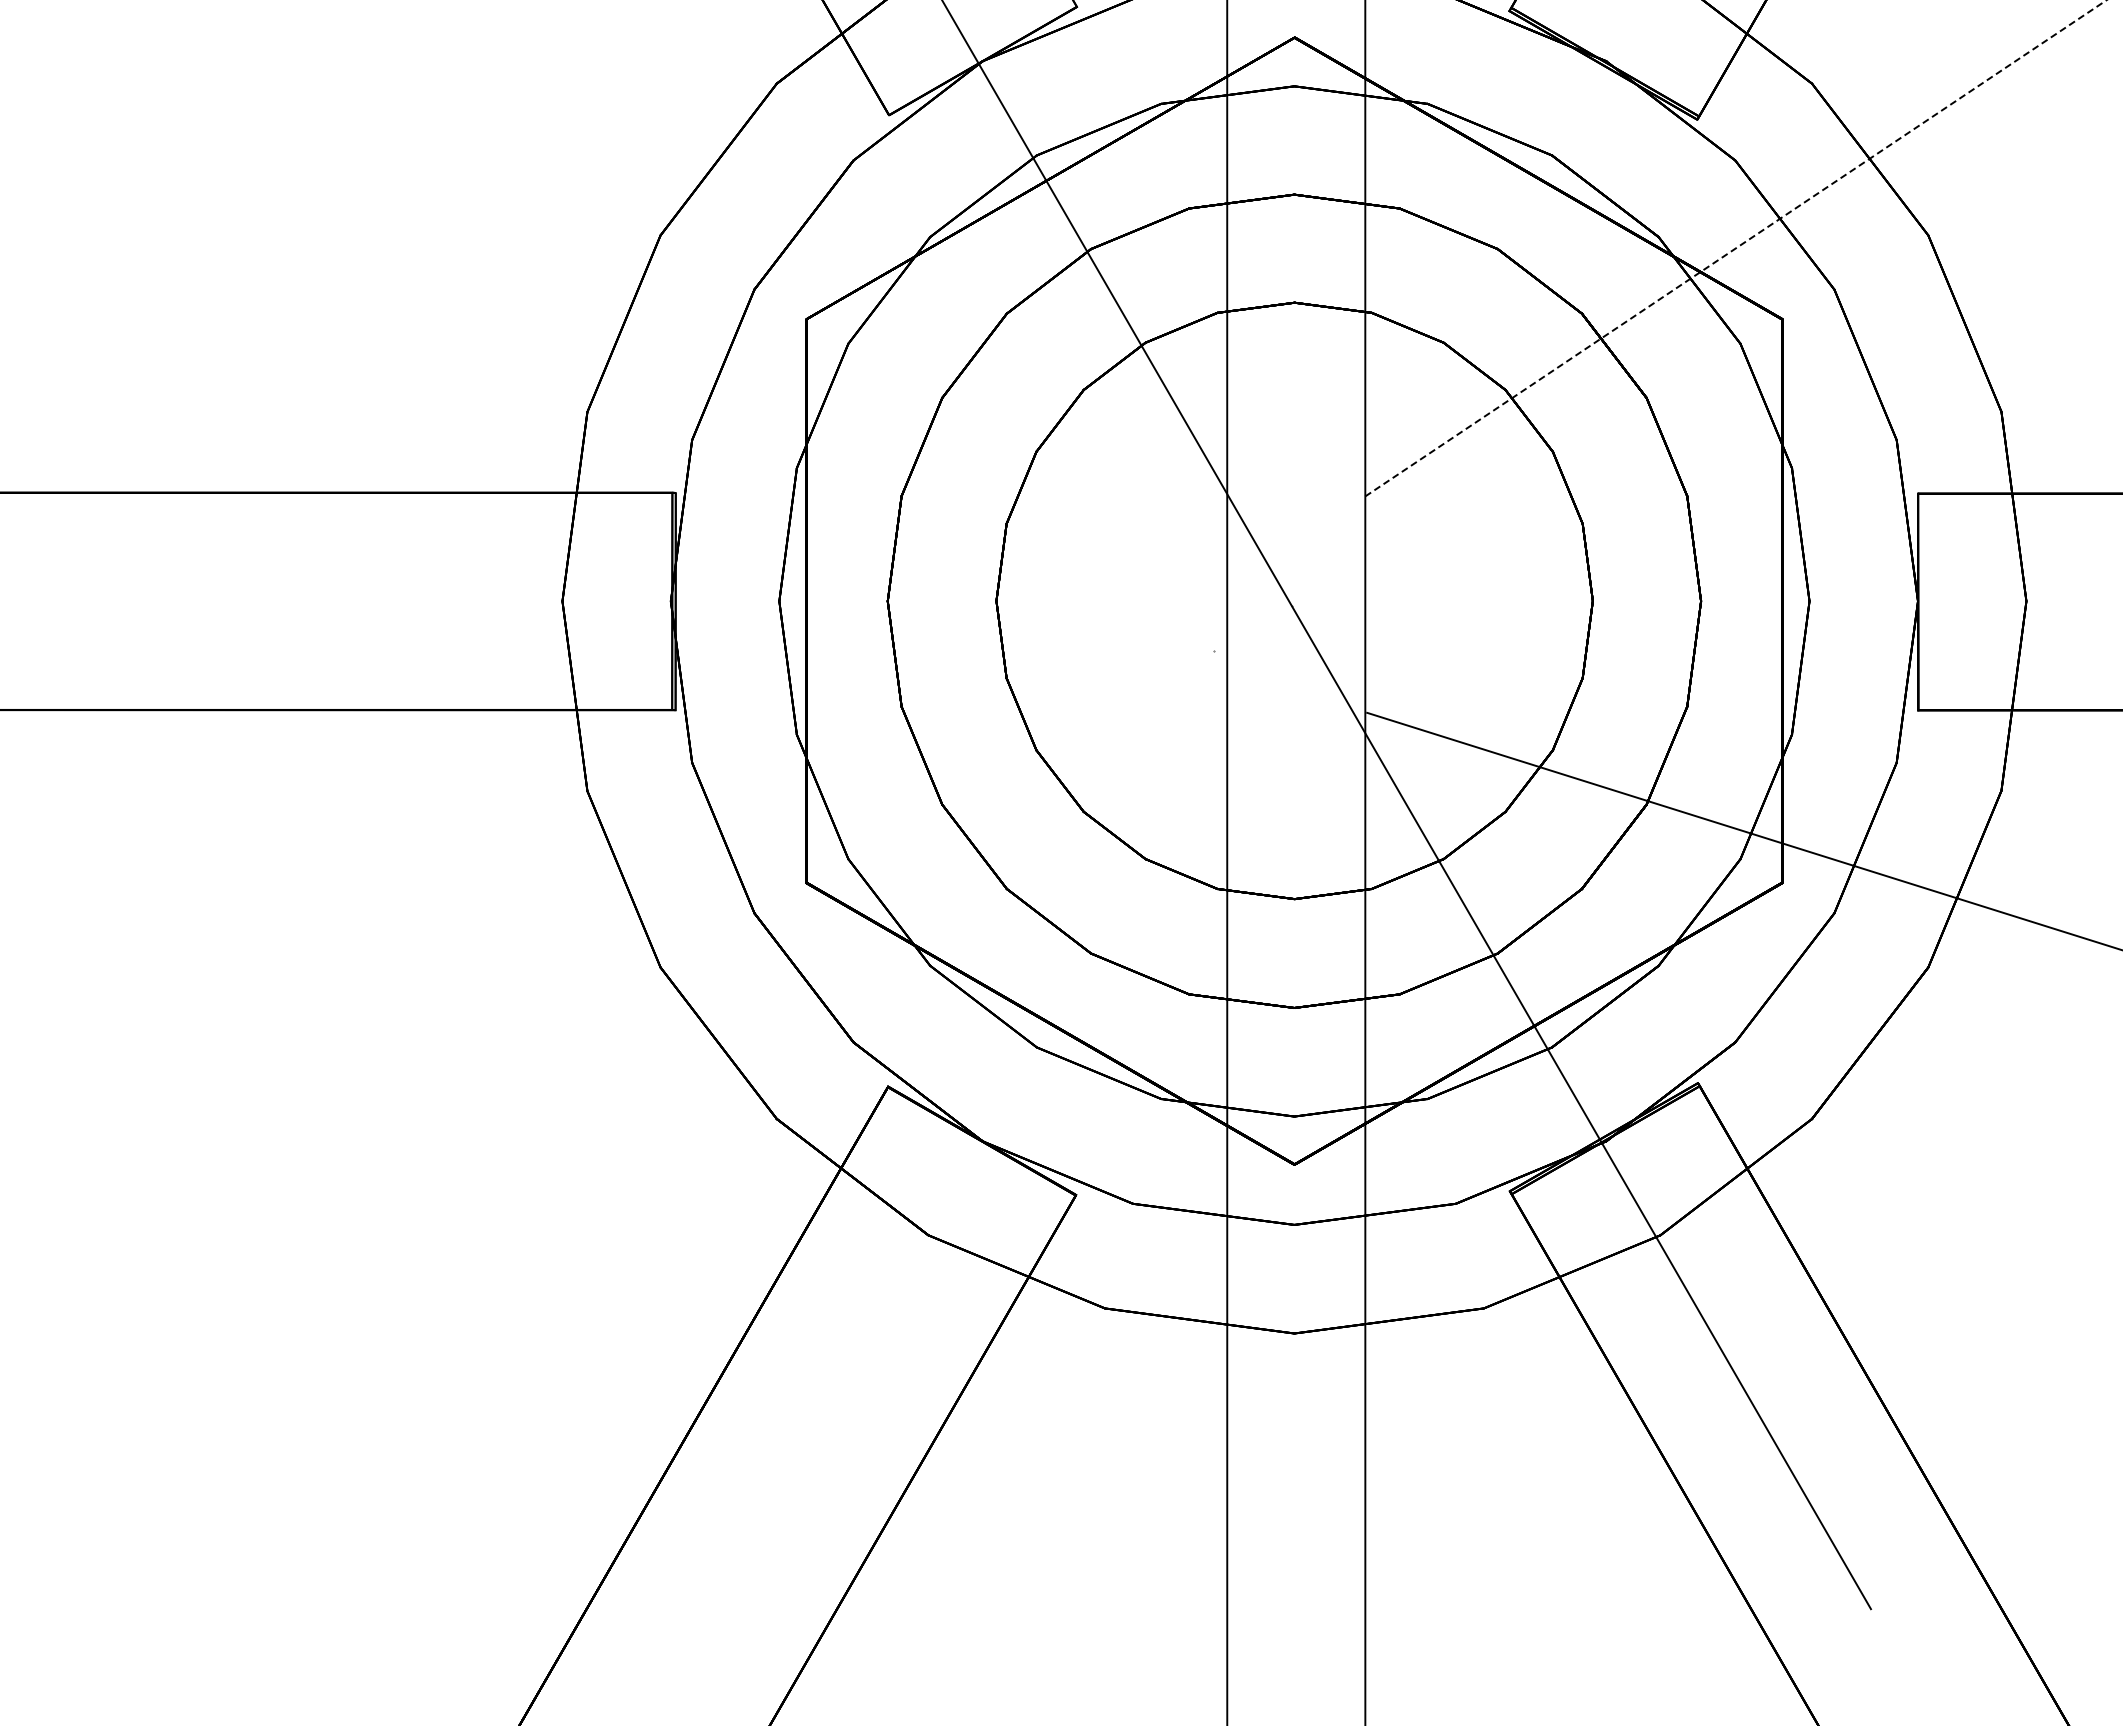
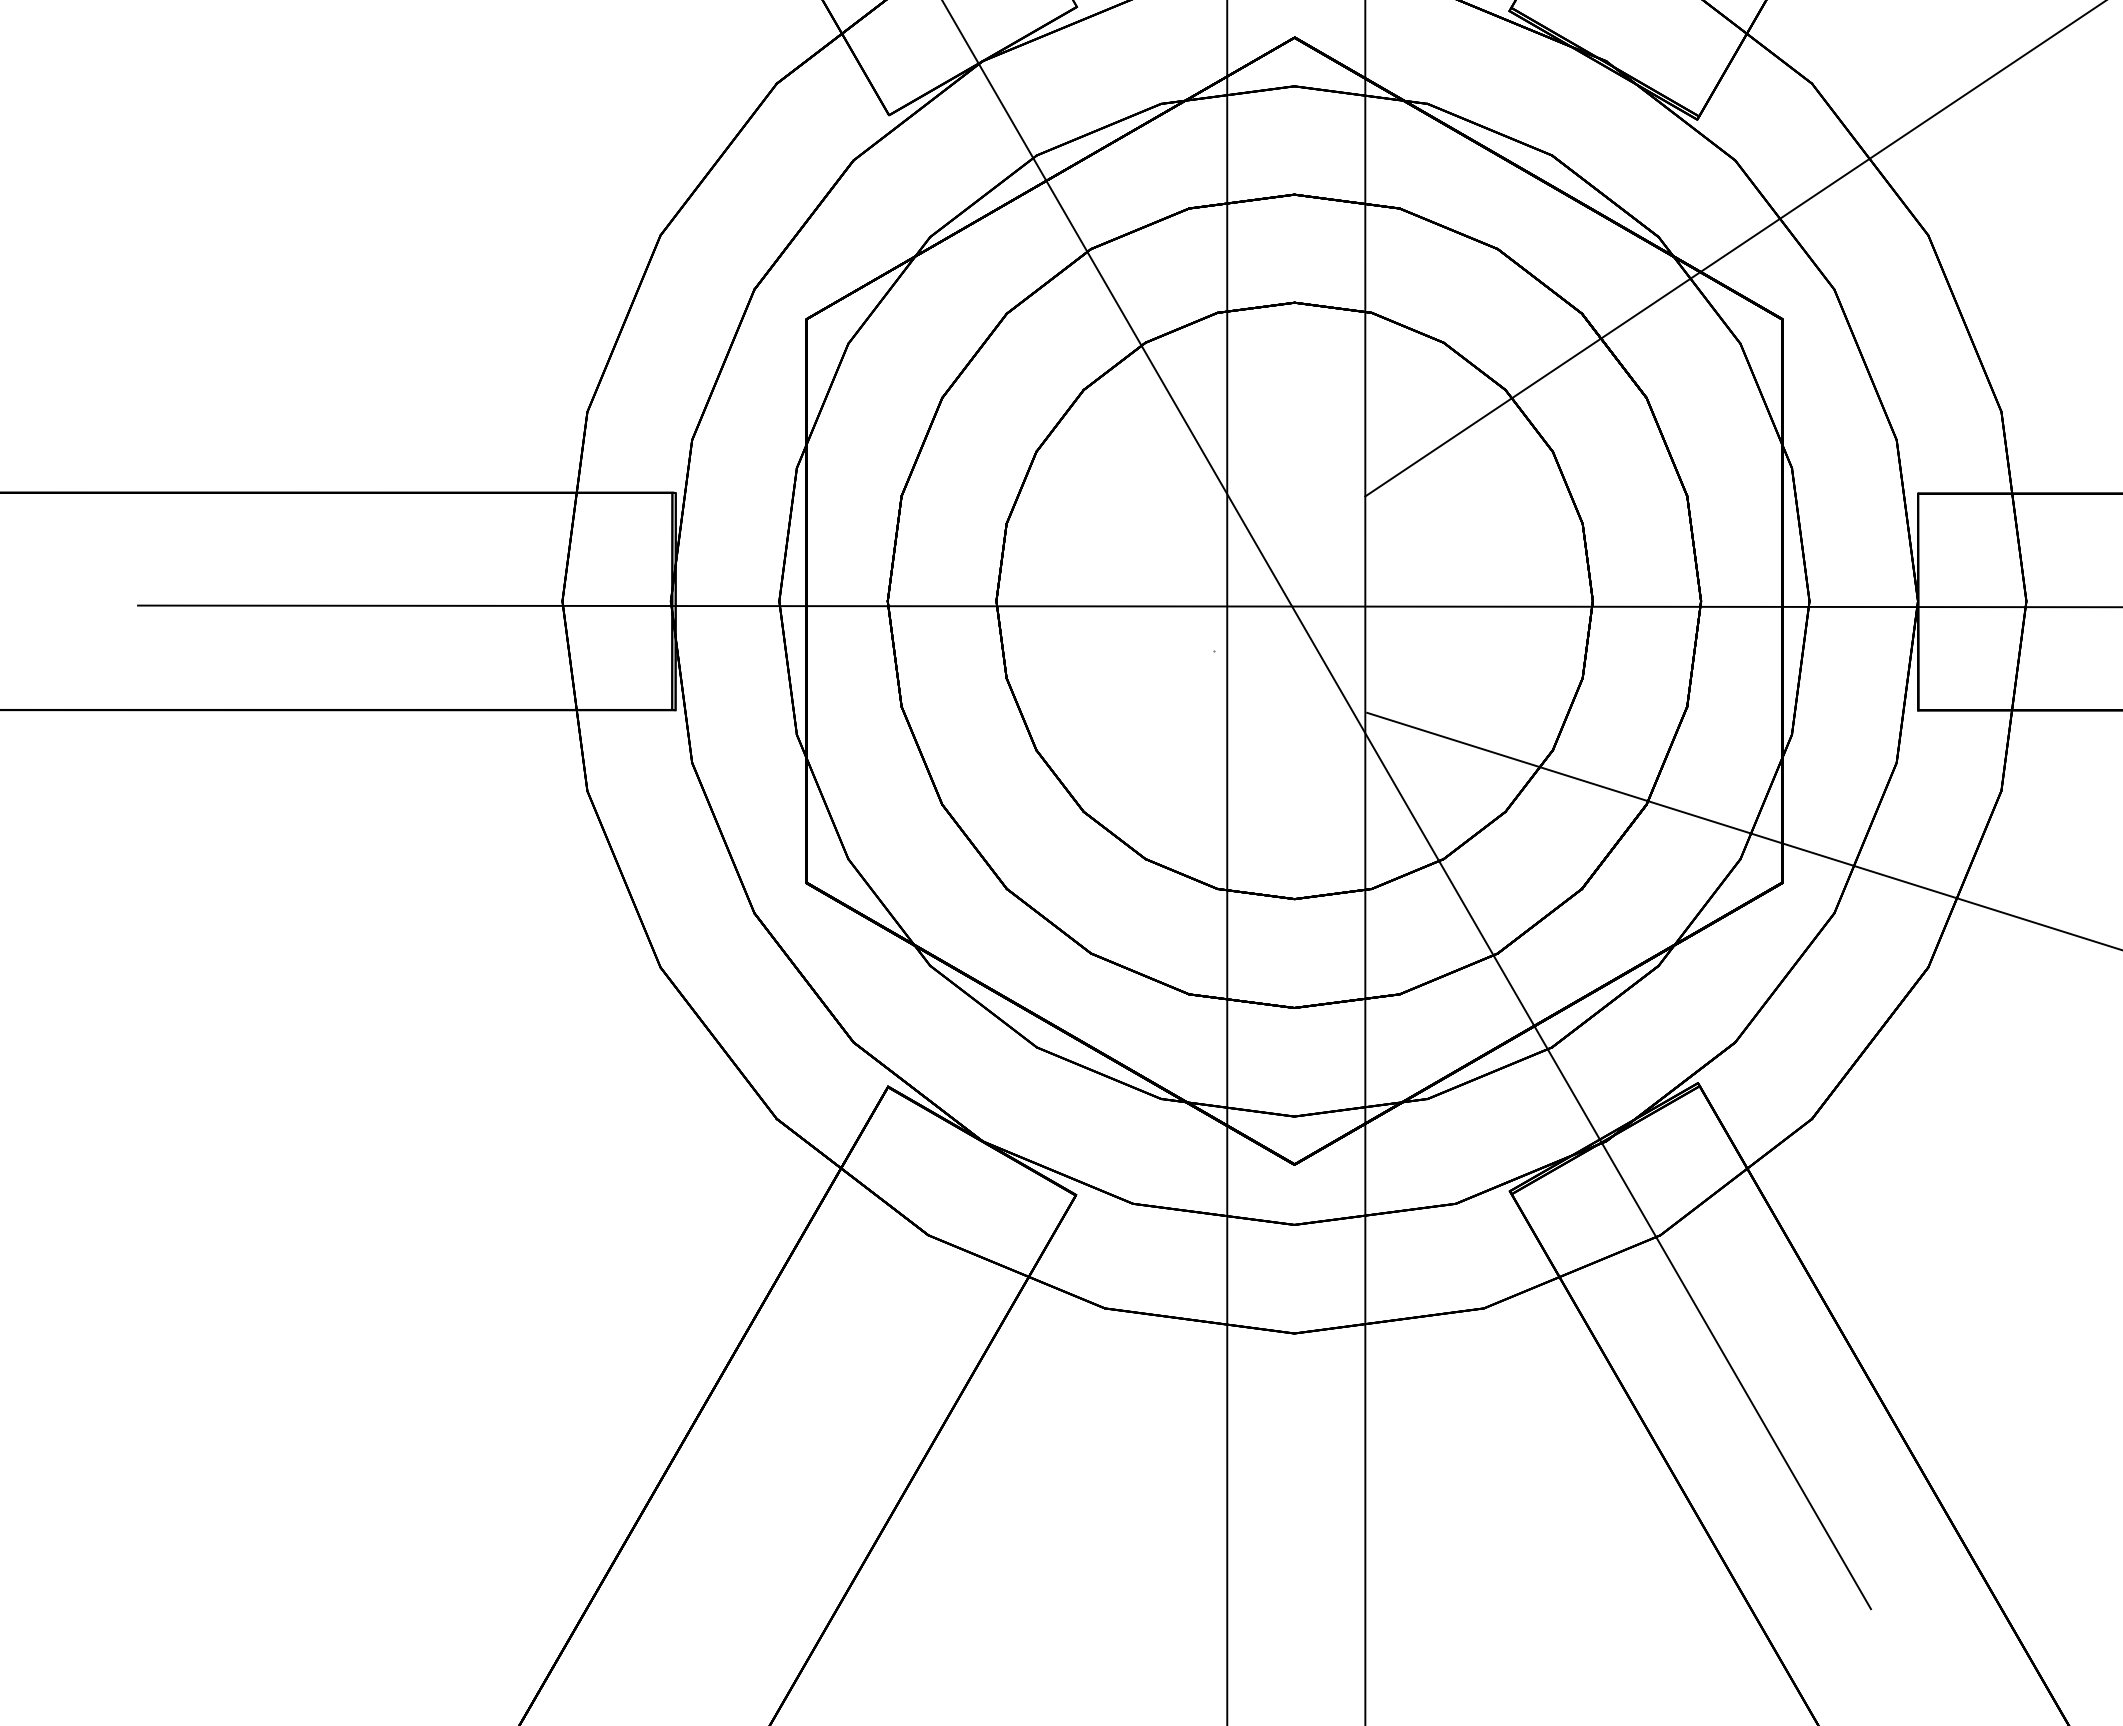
line at (1735, 248): dashed -> solid
line at (1128, 606): none -> present
